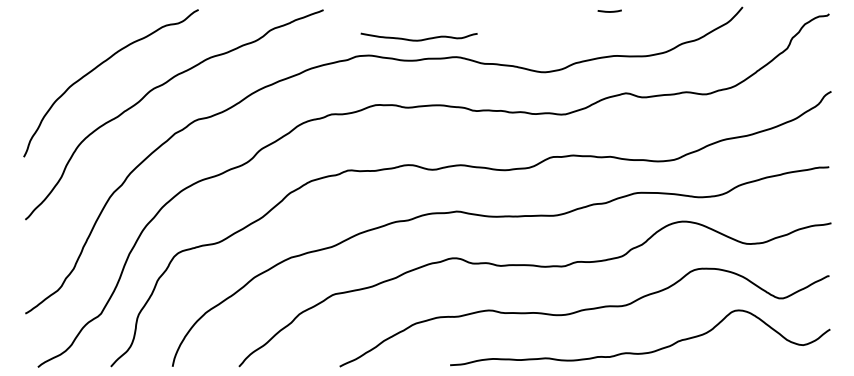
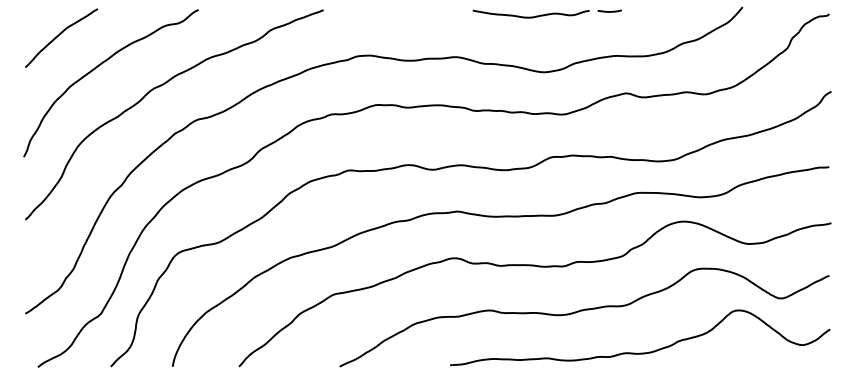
curve at (59, 35): none -> present
curve at (418, 39) position: (418, 39) -> (530, 16)
